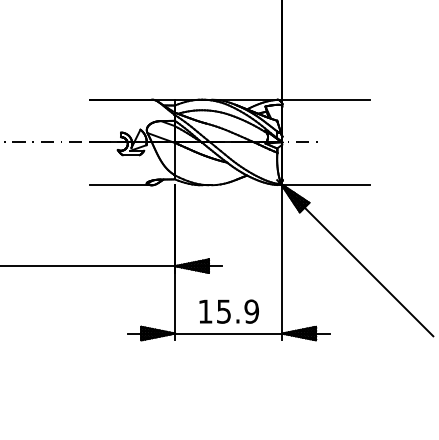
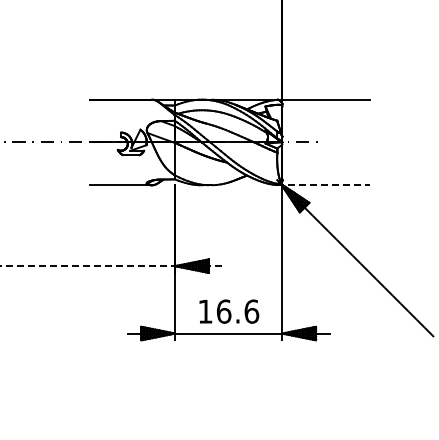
line at (324, 185): solid -> dashed
line at (111, 266): solid -> dashed
text at (237, 311): 15.9 -> 16.6
